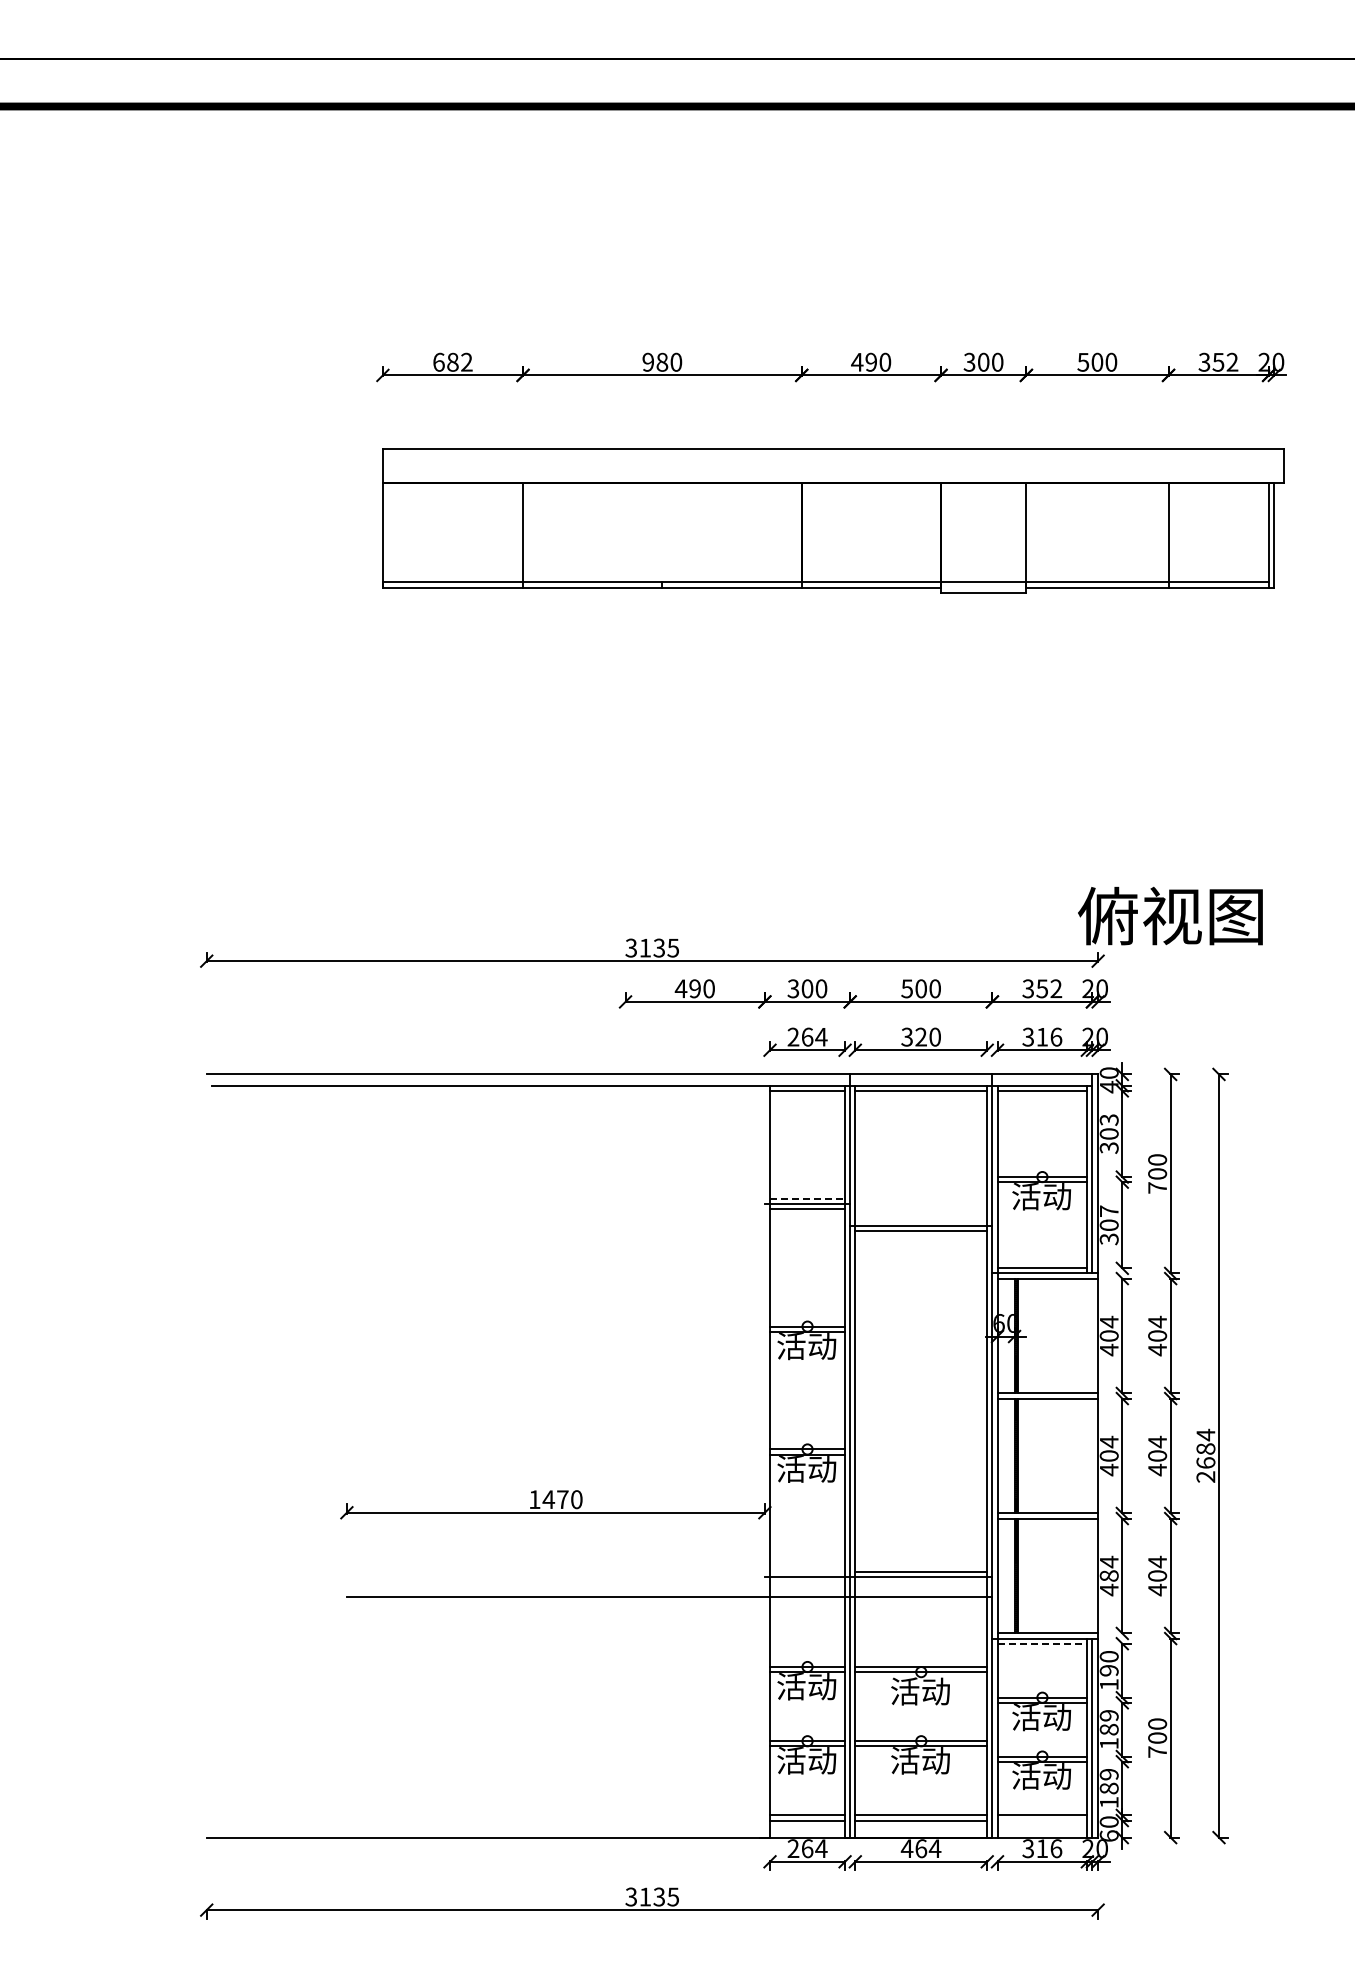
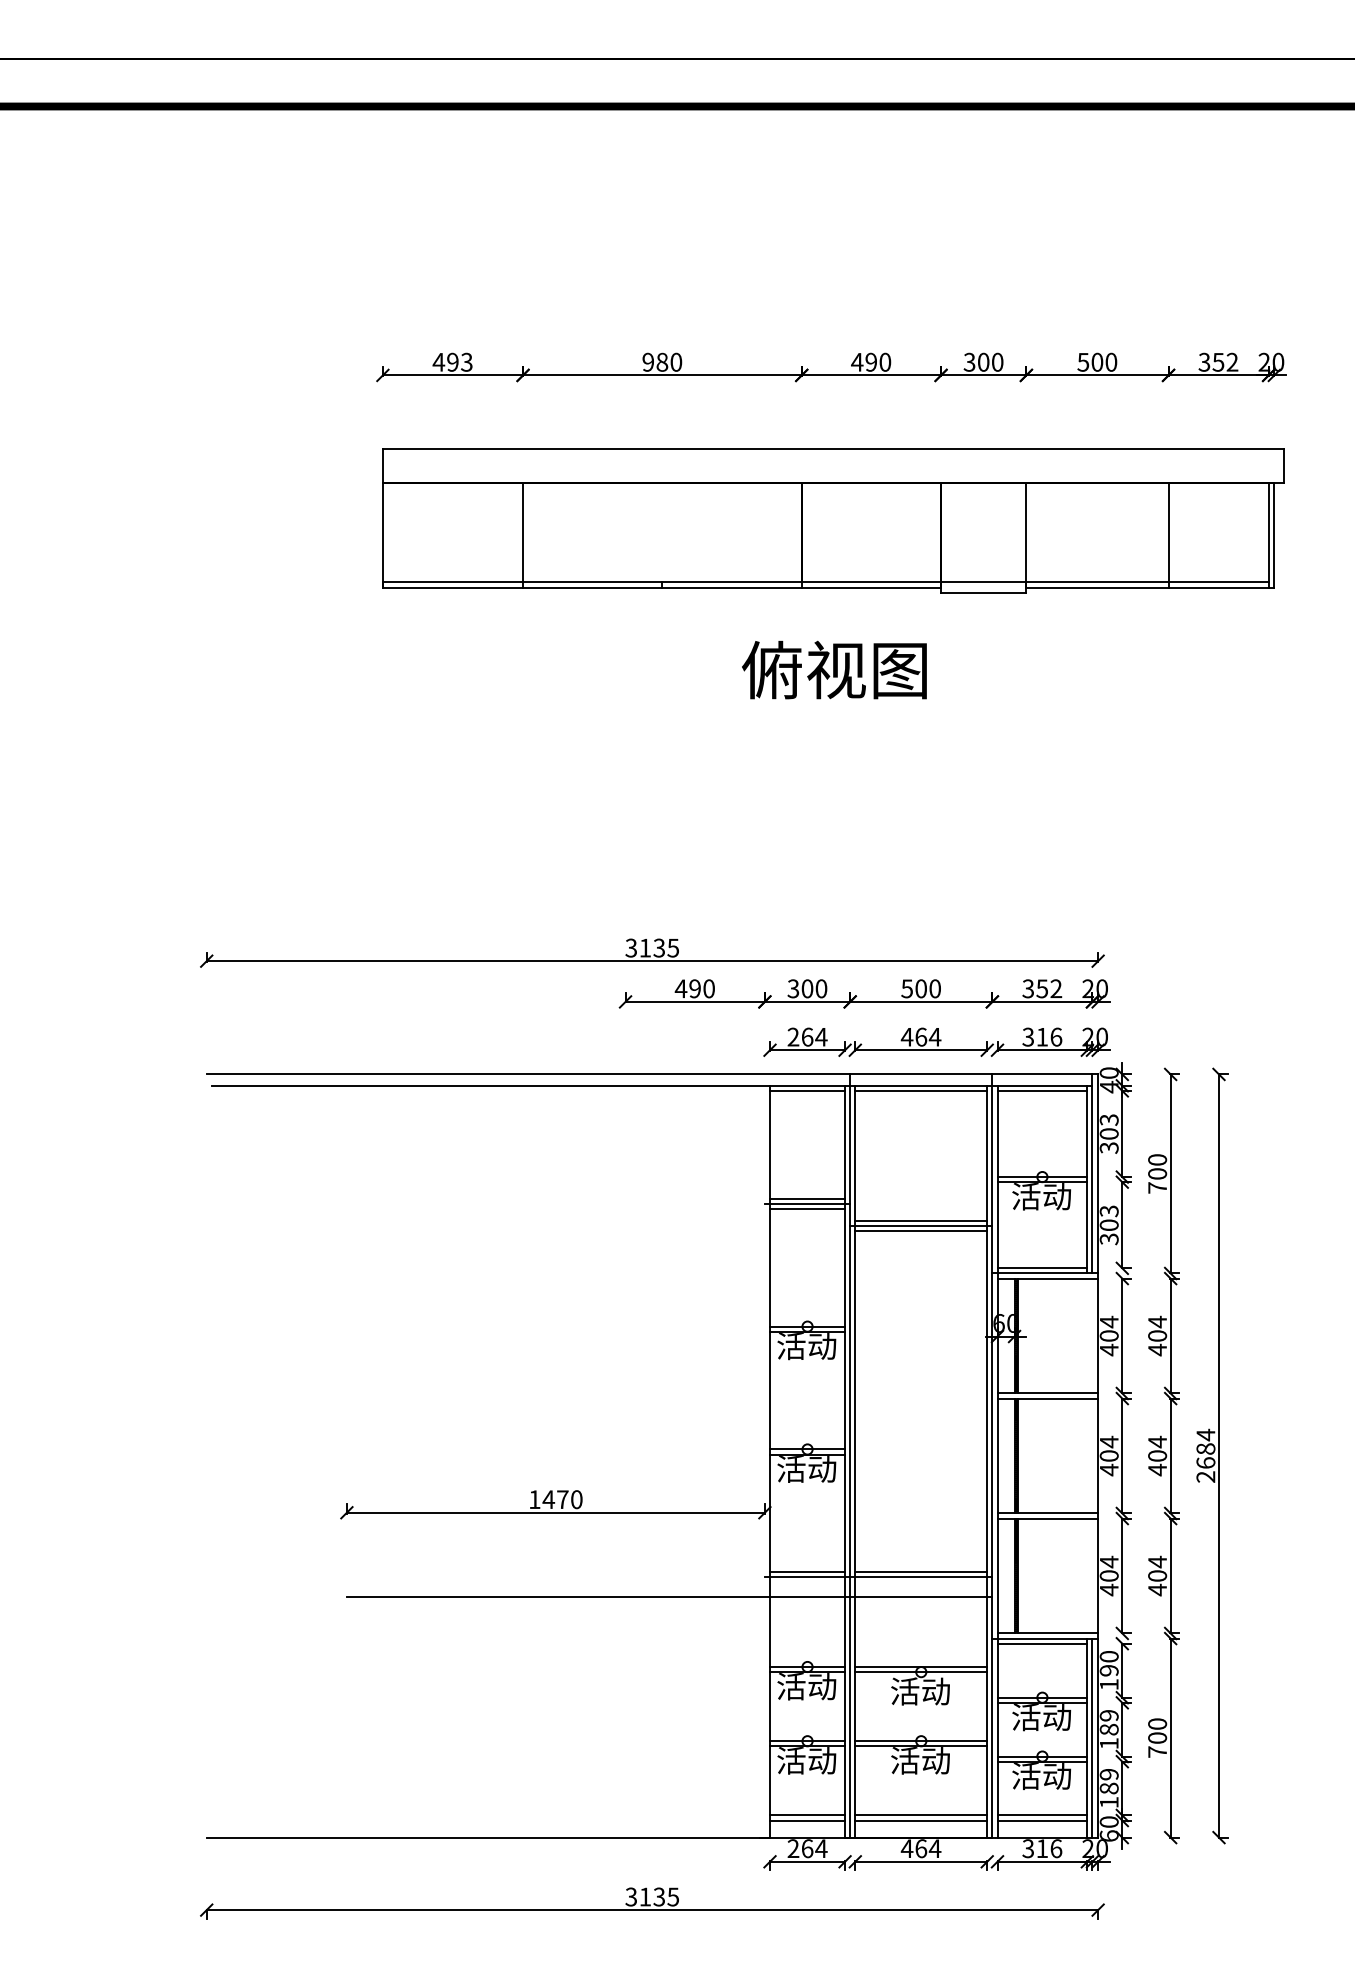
text at (452, 361): 682 -> 493
text at (1170, 915) position: (1170, 915) -> (834, 669)
text at (920, 1036): 320 -> 464
line at (807, 1198): dashed -> solid
text at (1108, 1211): 307 -> 303
line at (921, 1220): none -> present
line at (807, 1572): none -> present
text at (1109, 1575): 484 -> 404
line at (1042, 1643): dashed -> solid
line at (1042, 1820): none -> present
